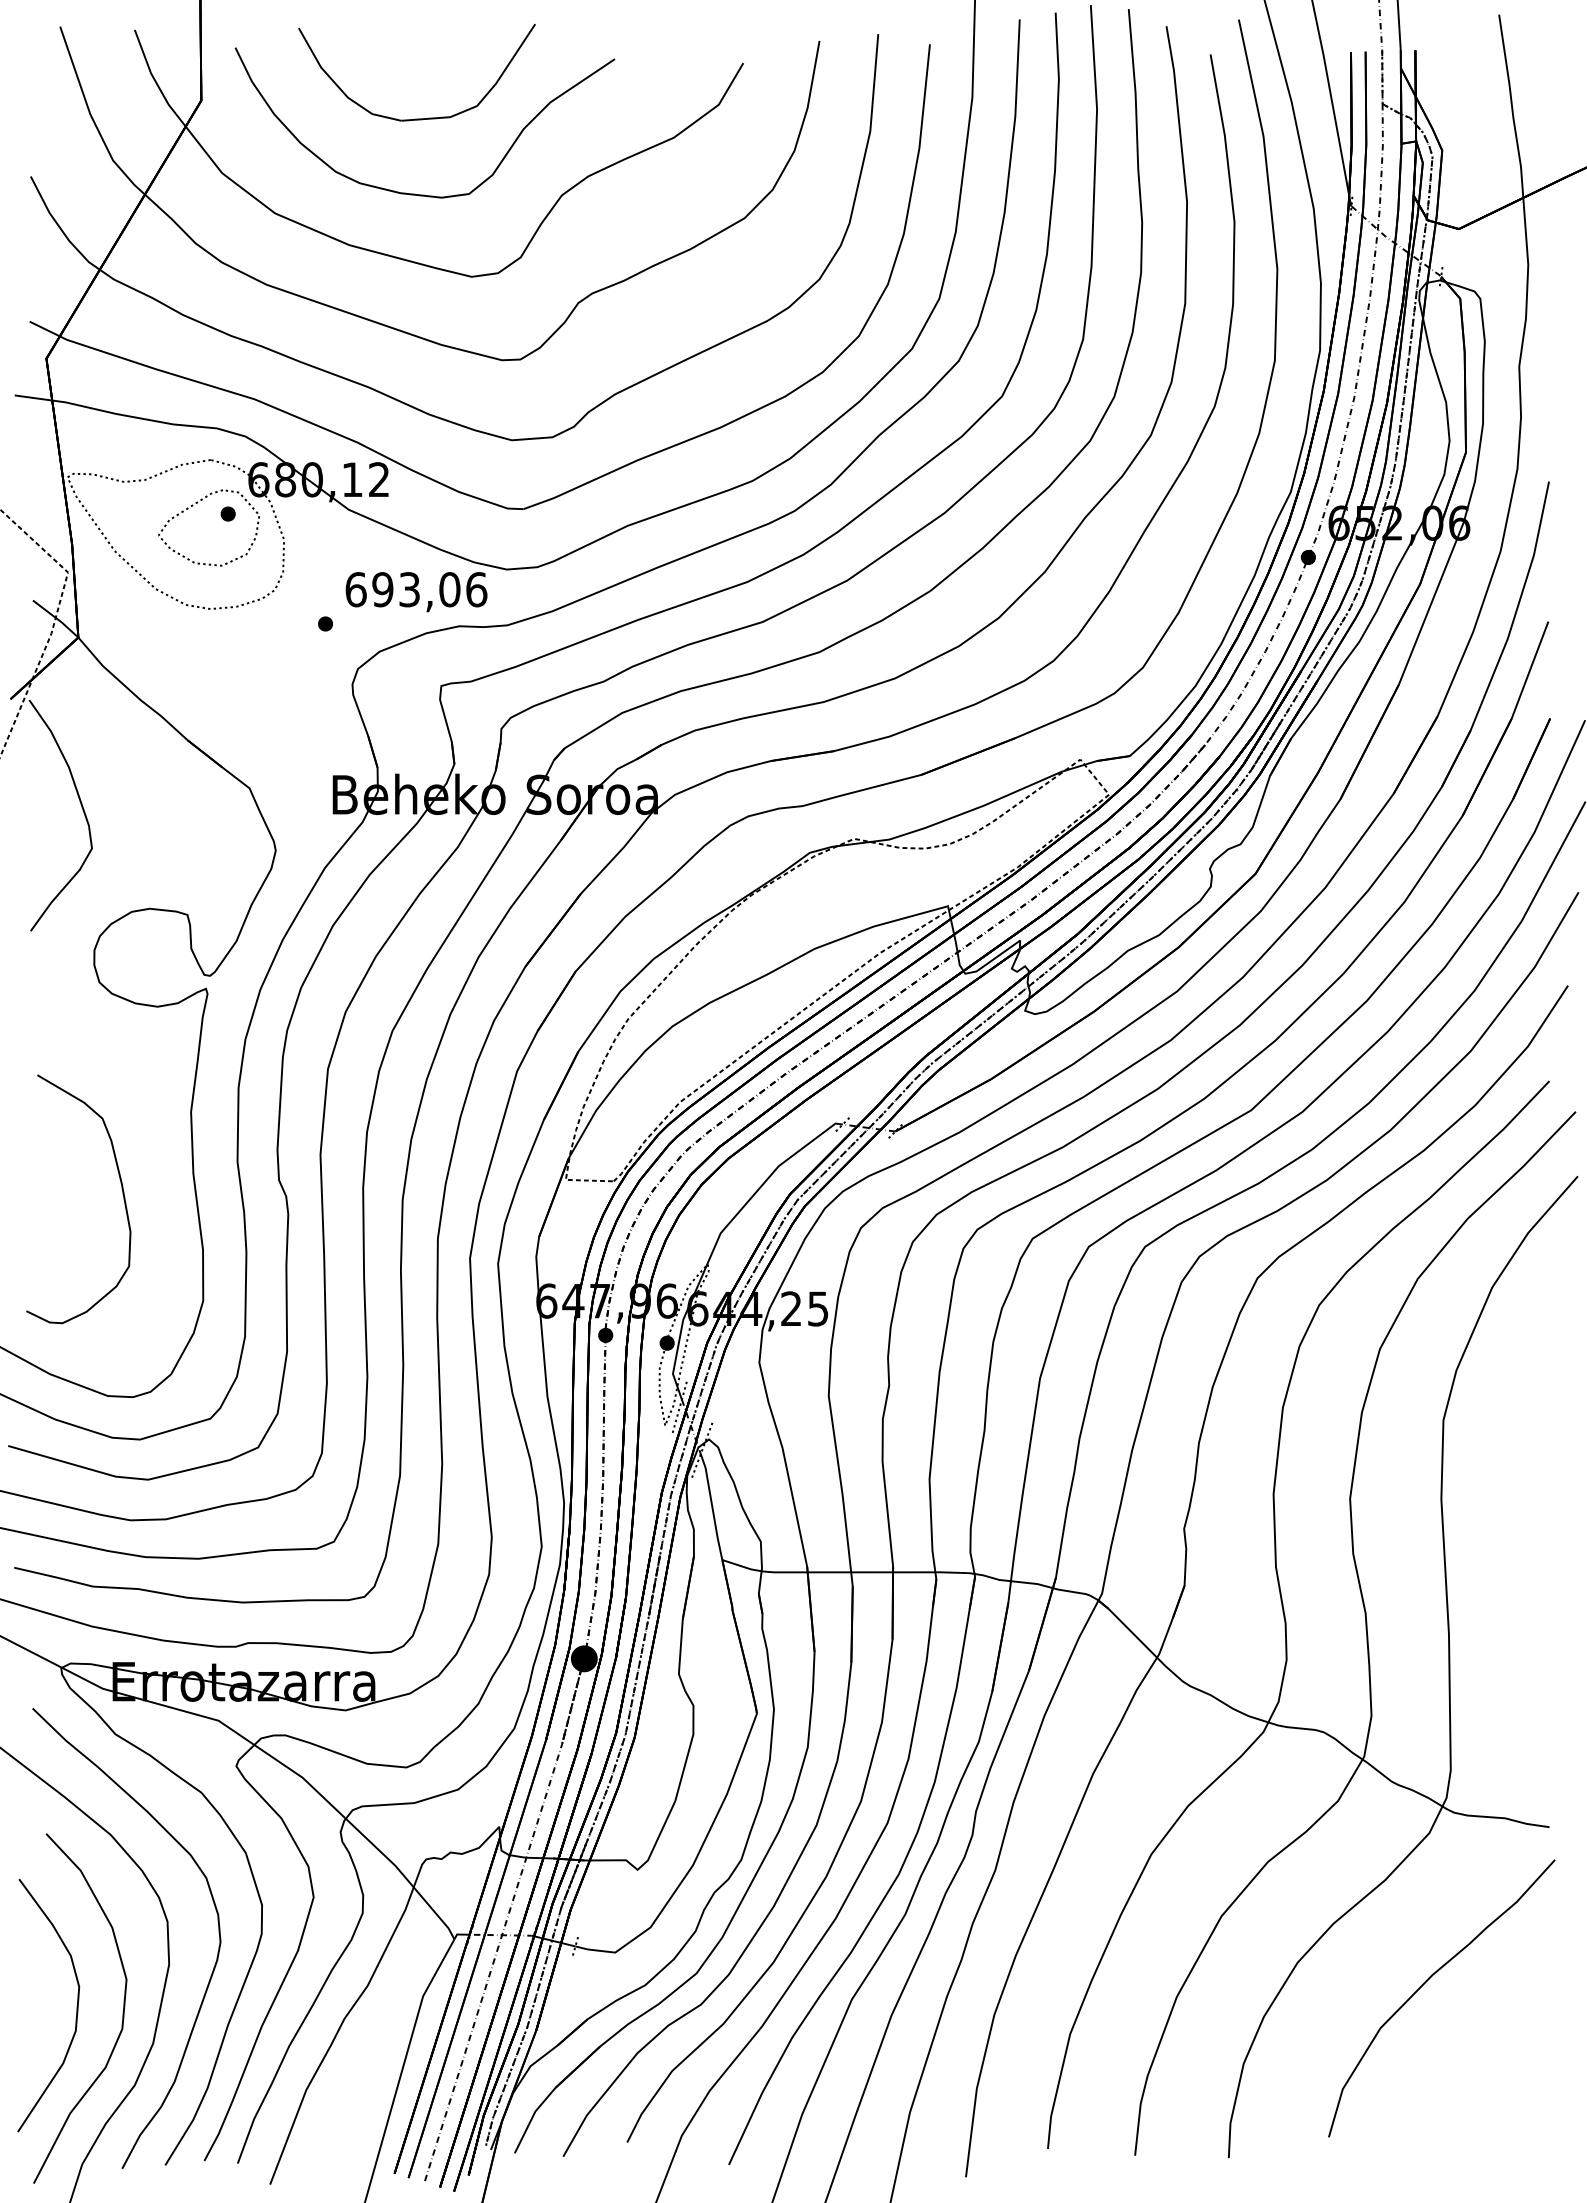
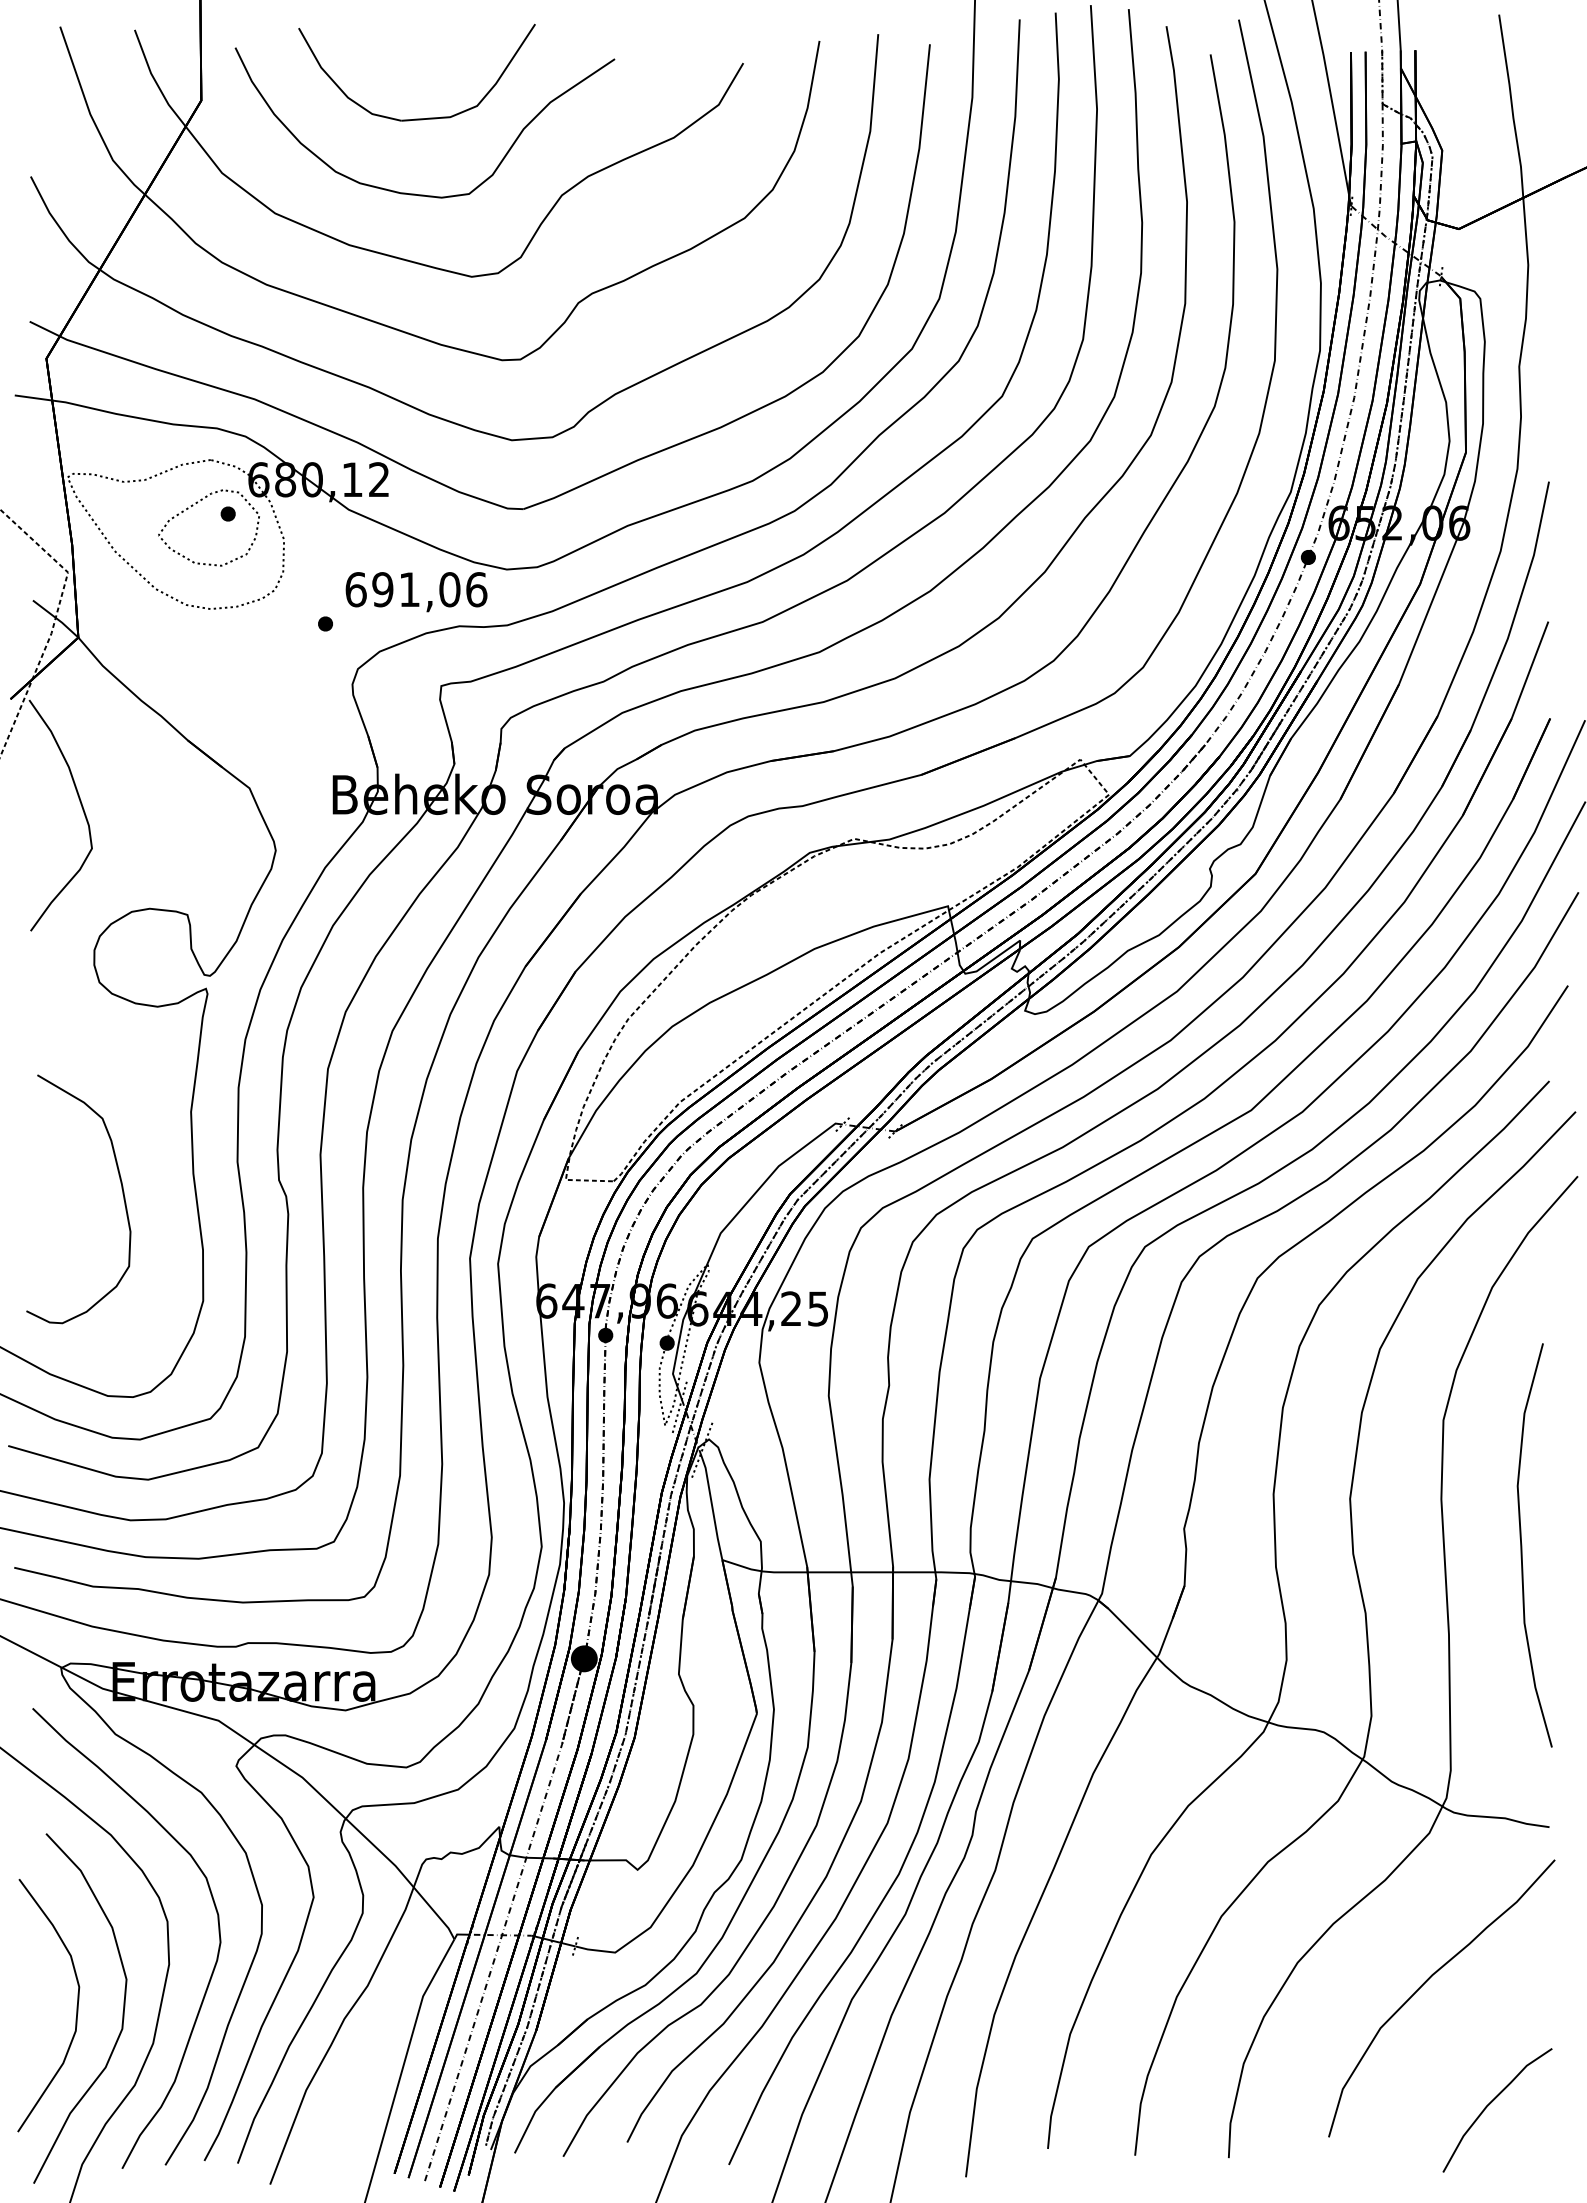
text at (409, 589): 693,06 -> 691,06
curve at (1522, 1545): none -> present
curve at (1491, 2103): none -> present
